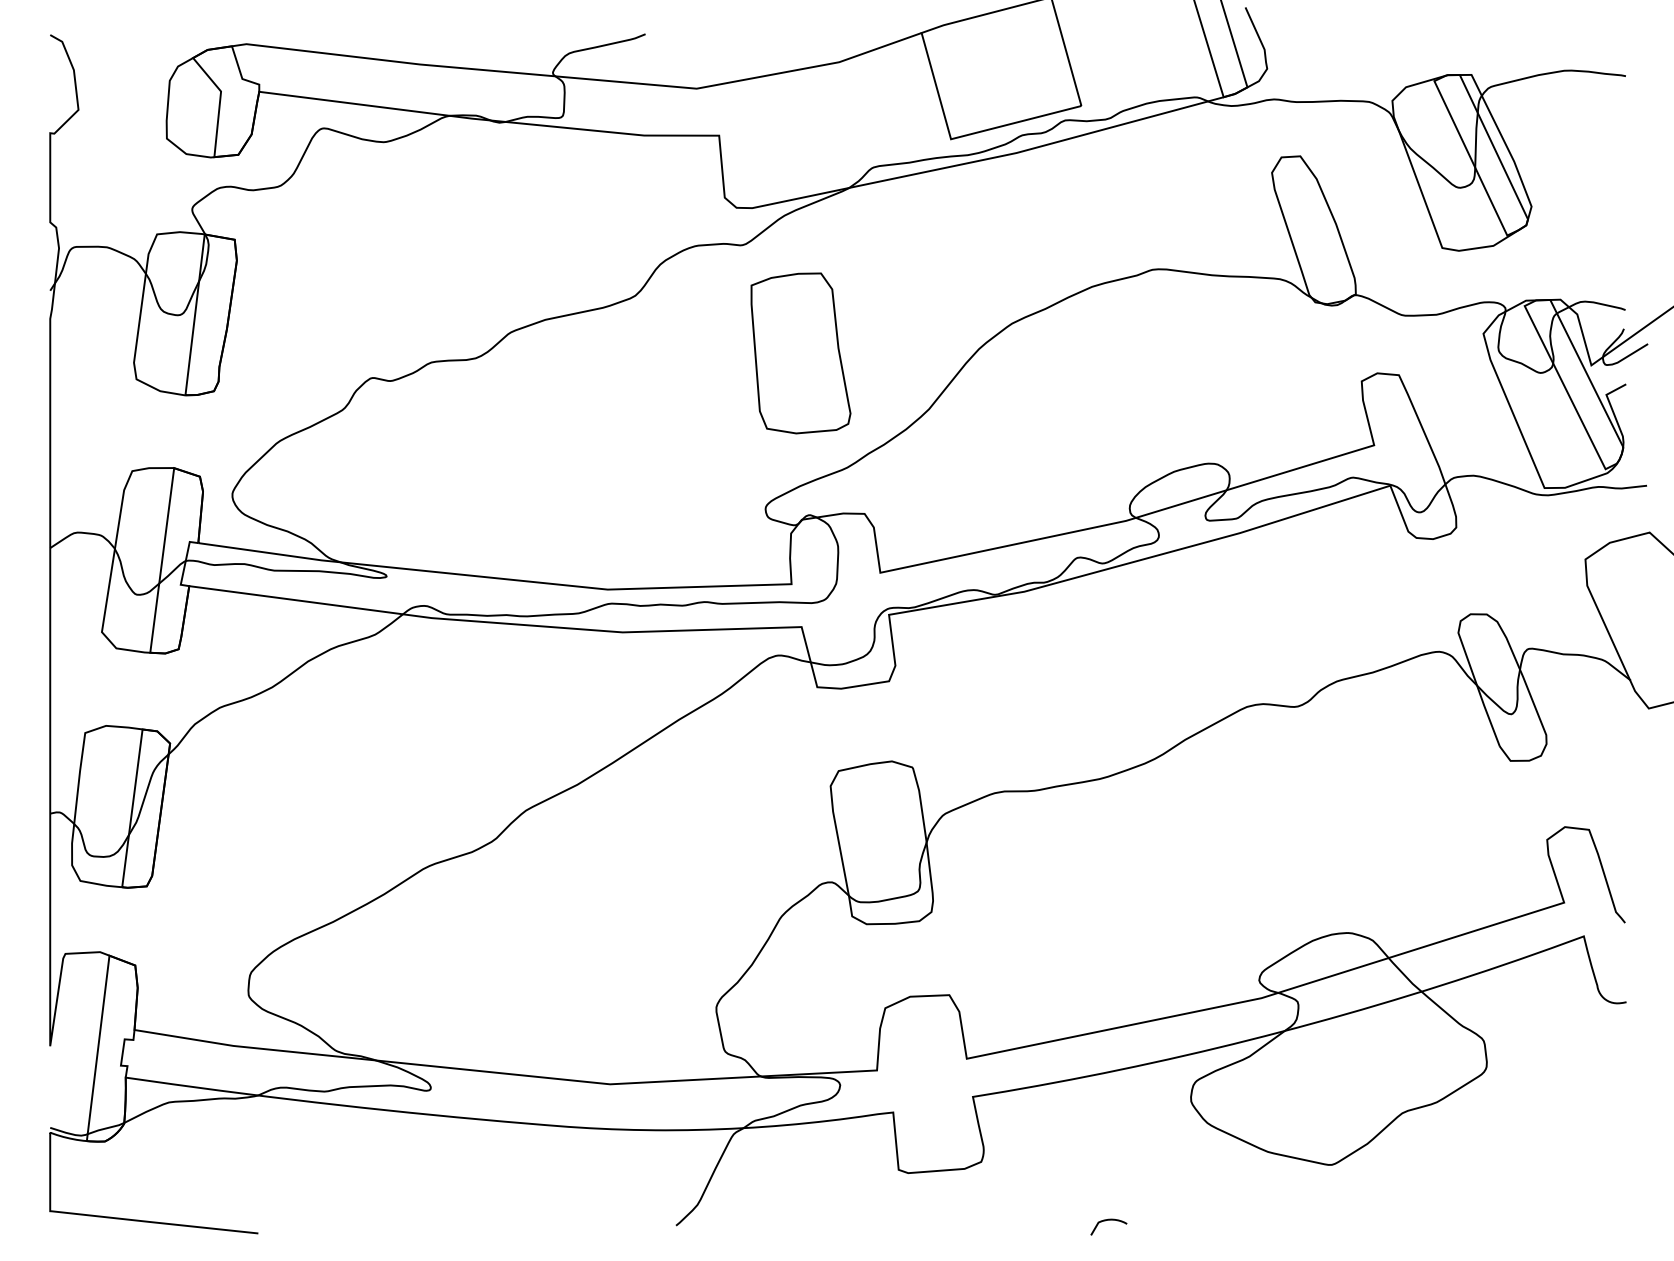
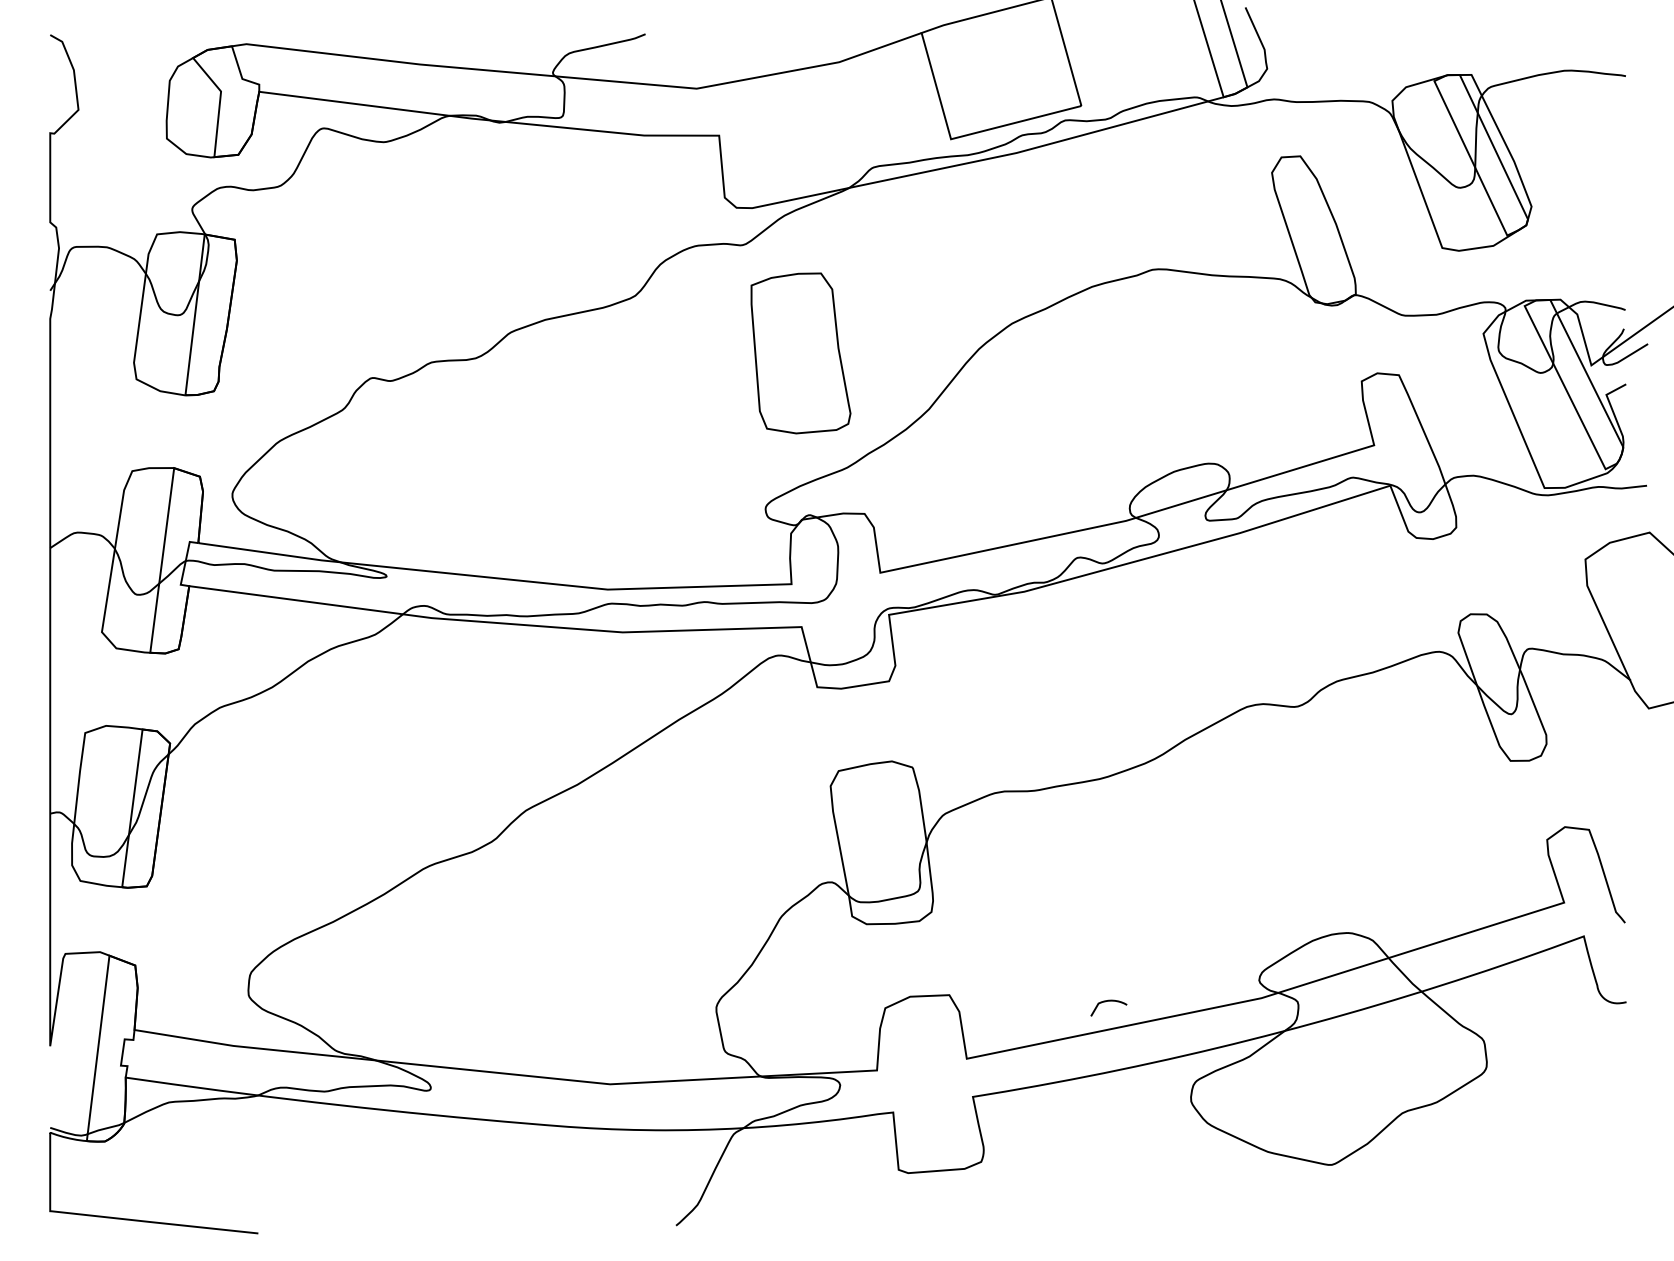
curve at (1105, 1221) position: (1105, 1221) -> (1105, 1002)
